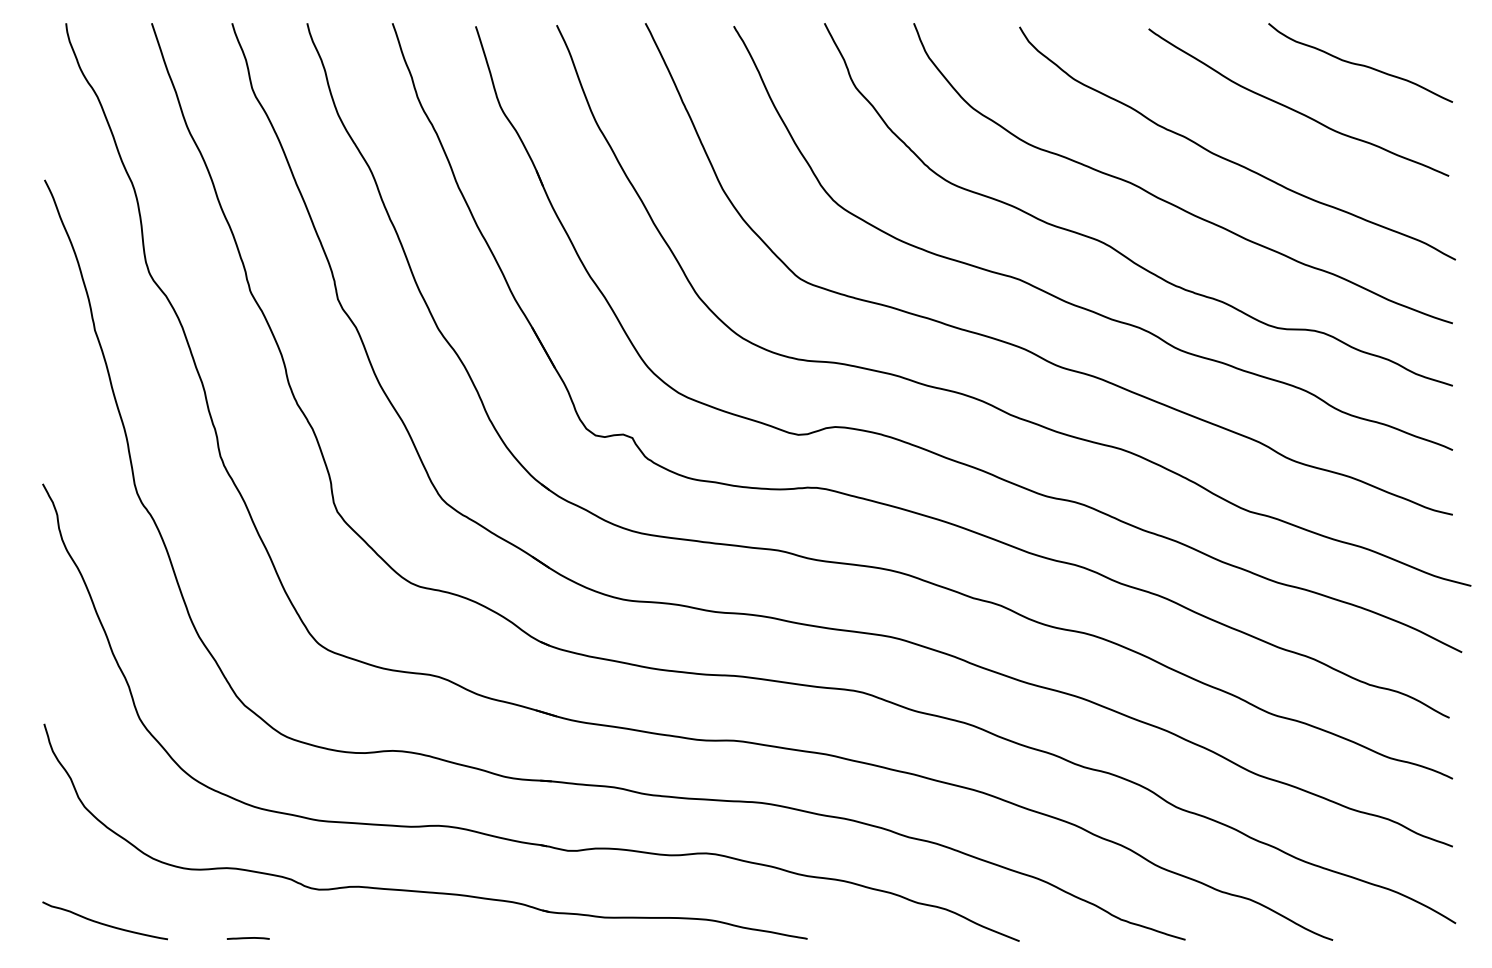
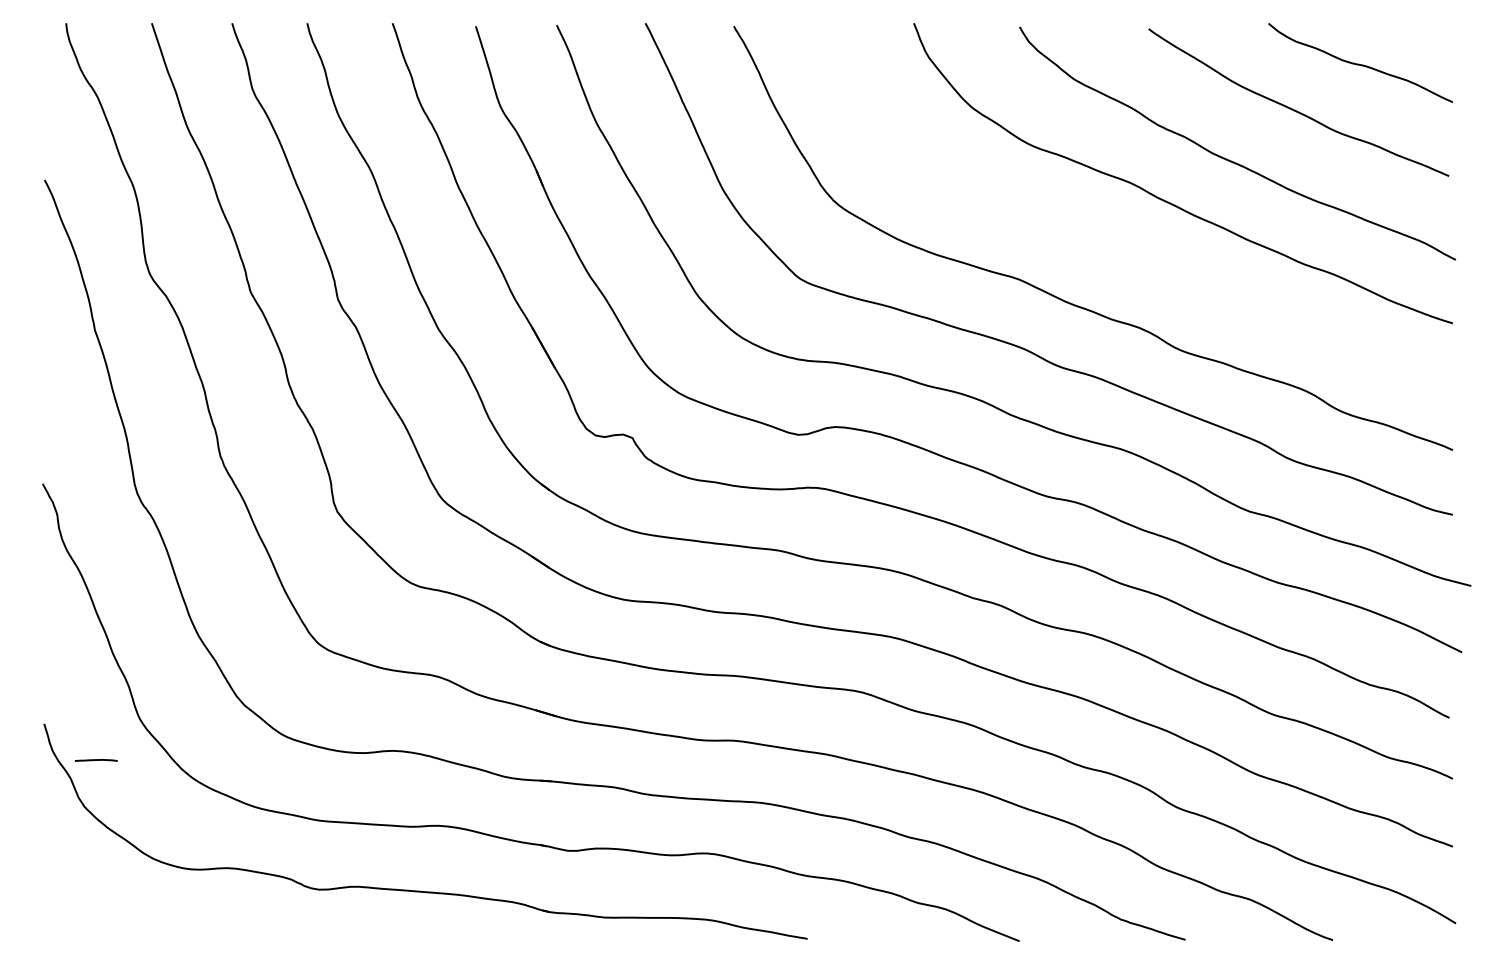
curve at (1110, 245): present -> none
curve at (104, 923): present -> none
line at (247, 938) position: (247, 938) -> (95, 760)
